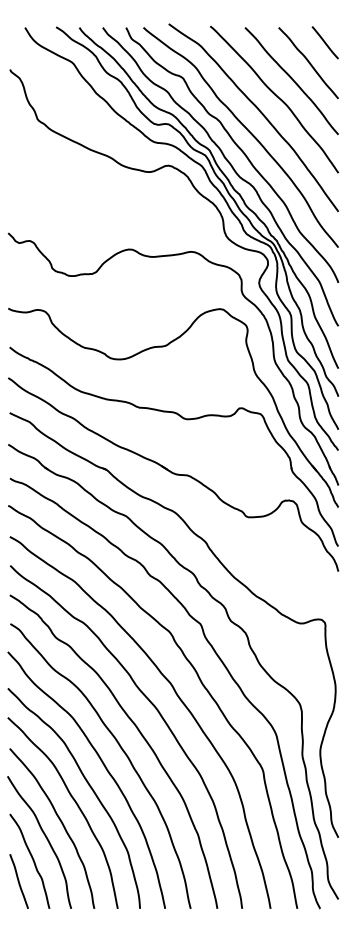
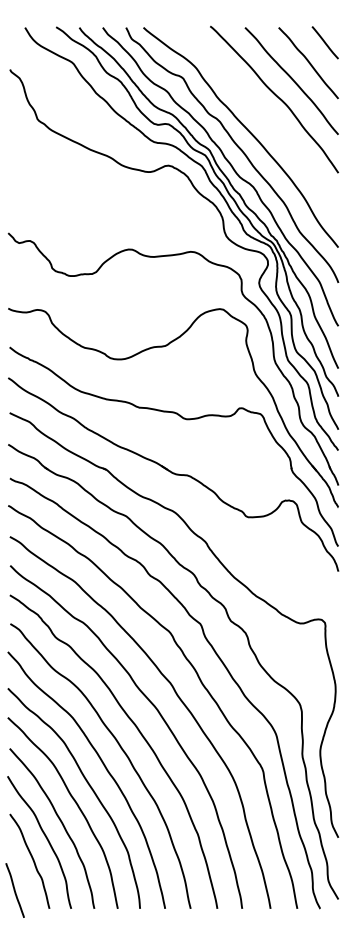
curve at (260, 113): present -> none
line at (18, 881) position: (18, 881) -> (14, 890)
